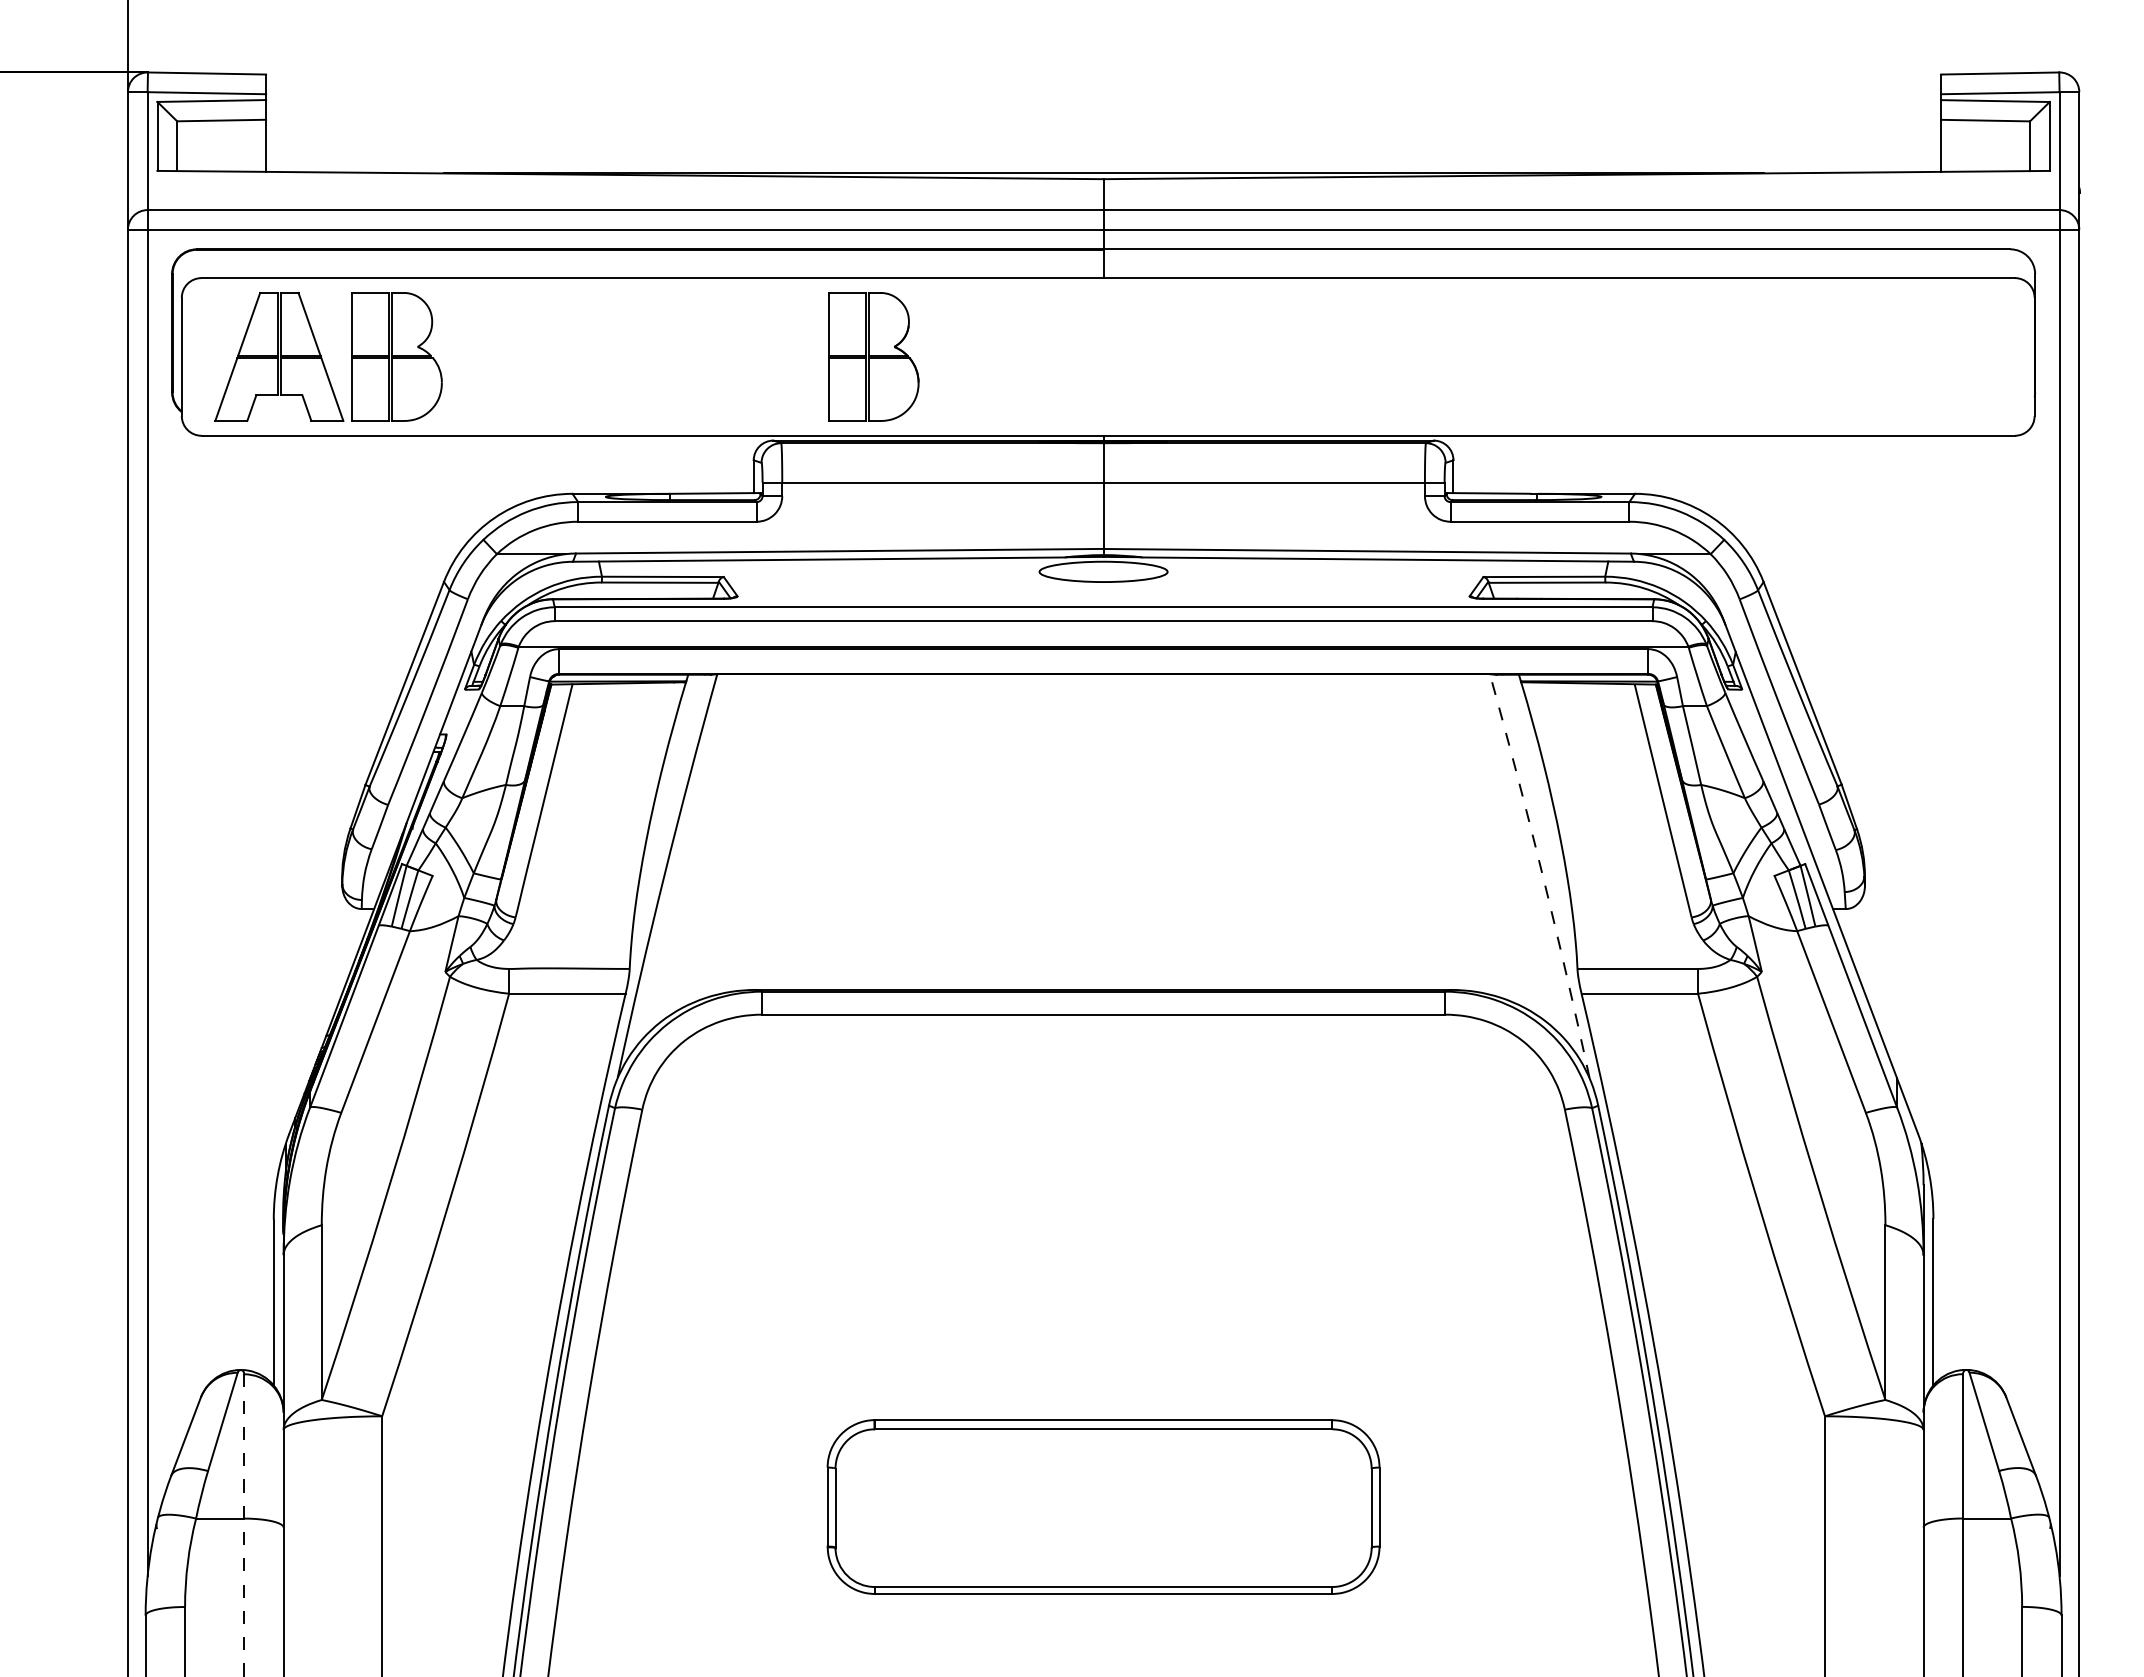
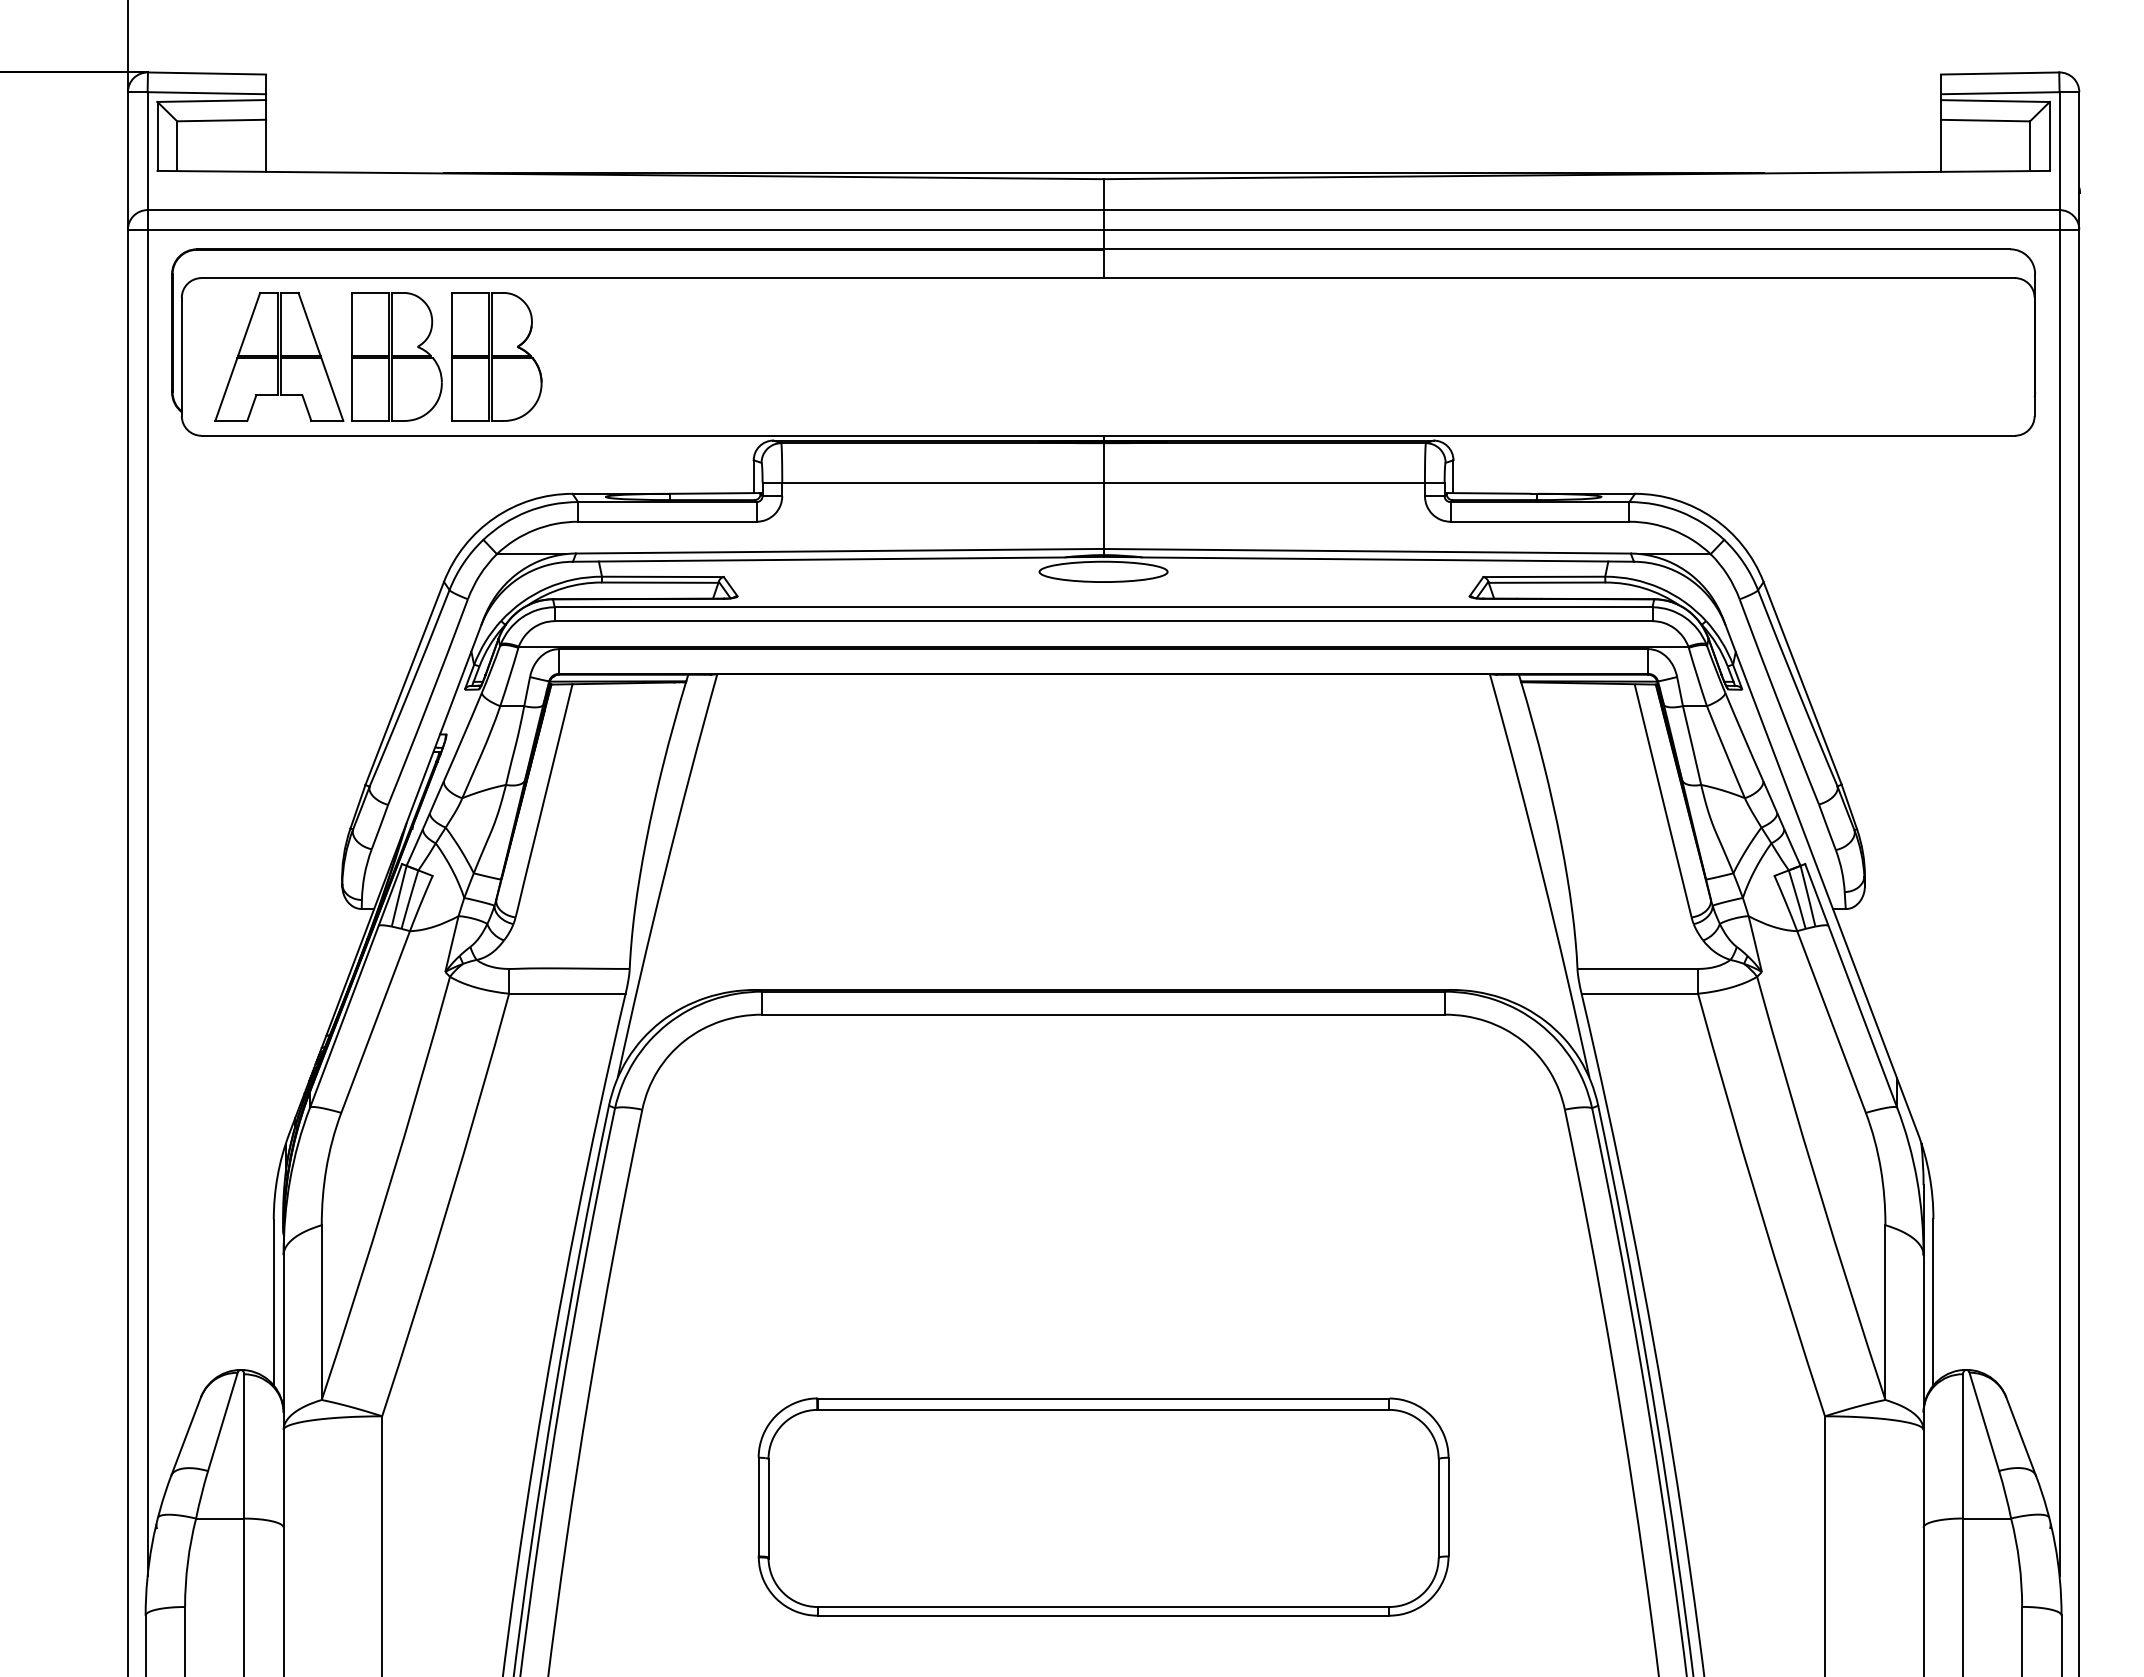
part at (873, 356) position: (873, 356) -> (496, 356)
arc at (1542, 875): dashed -> solid
part at (1103, 1506) size: 555x176 px -> 693x220 px
line at (244, 1526): dashed -> solid
